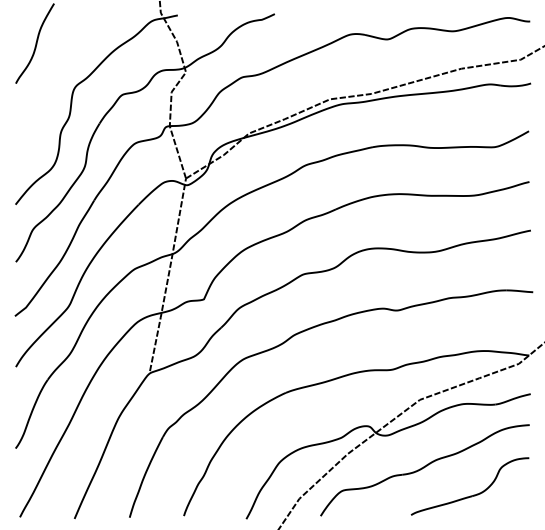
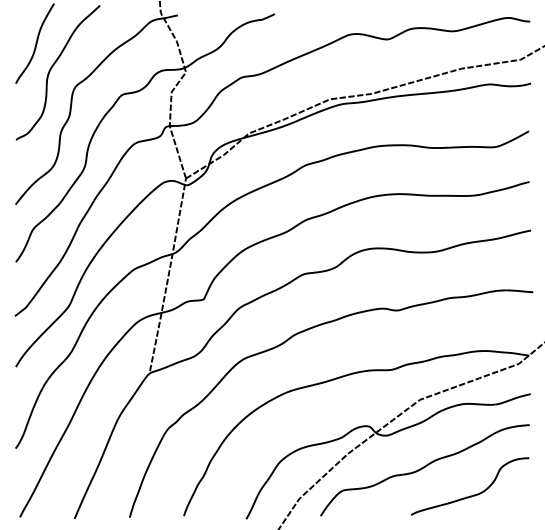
curve at (52, 68): none -> present
